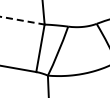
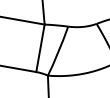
line at (23, 20): dashed -> solid
